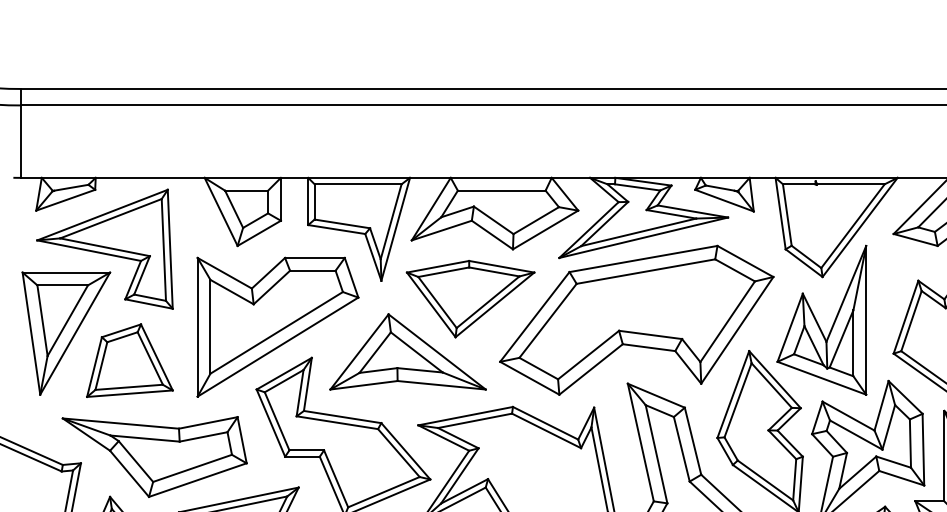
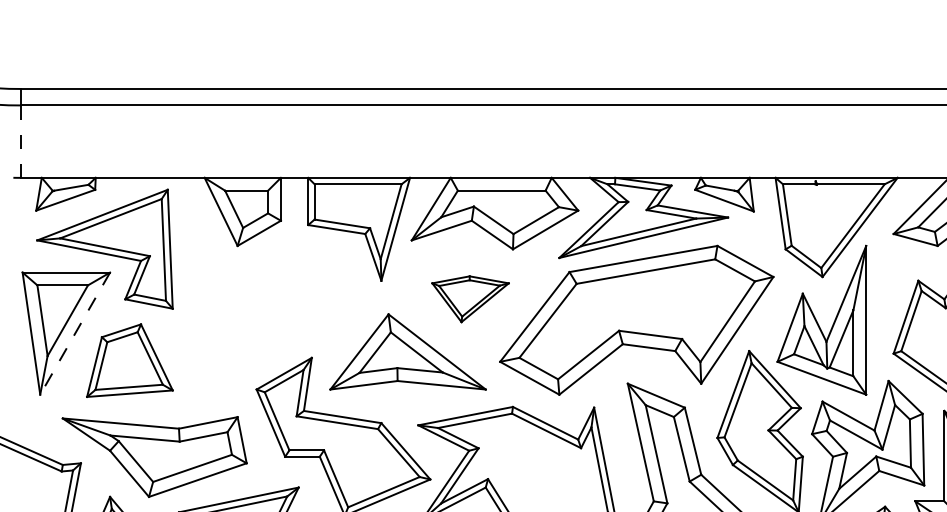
line at (20, 142): solid -> dashed
part at (470, 299) size: 131x79 px -> 79x49 px
part at (277, 326): present -> none
line at (74, 334): solid -> dashed
